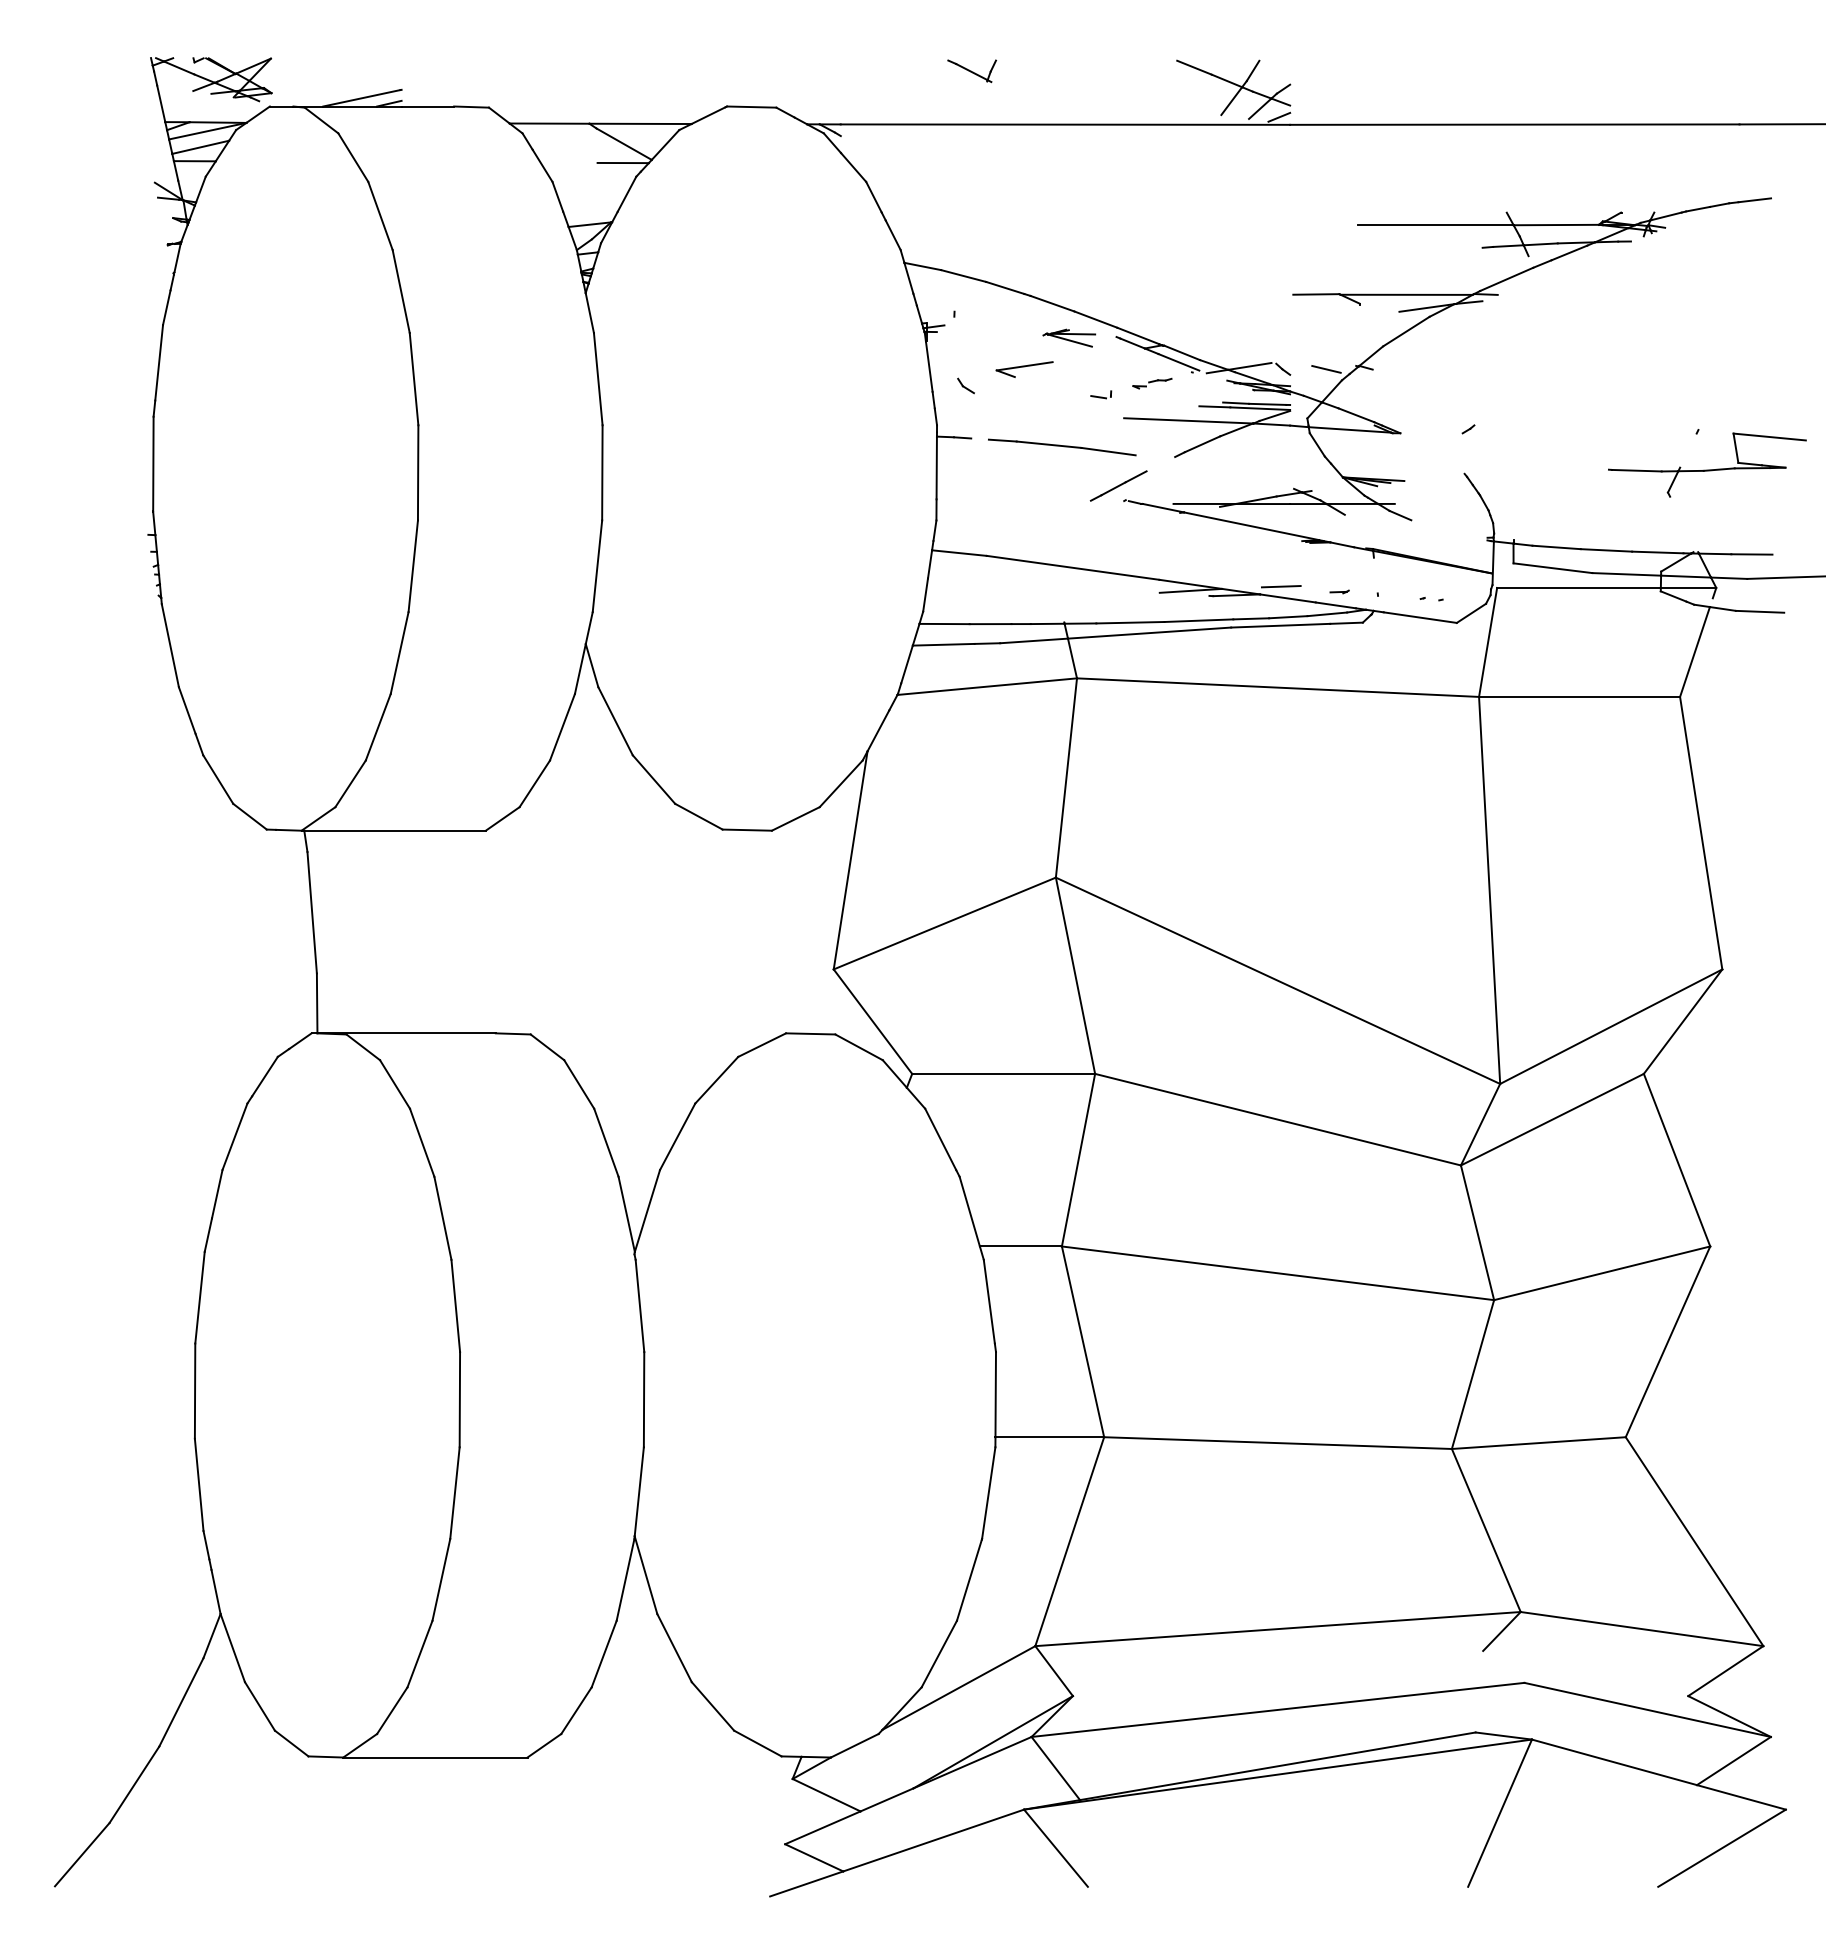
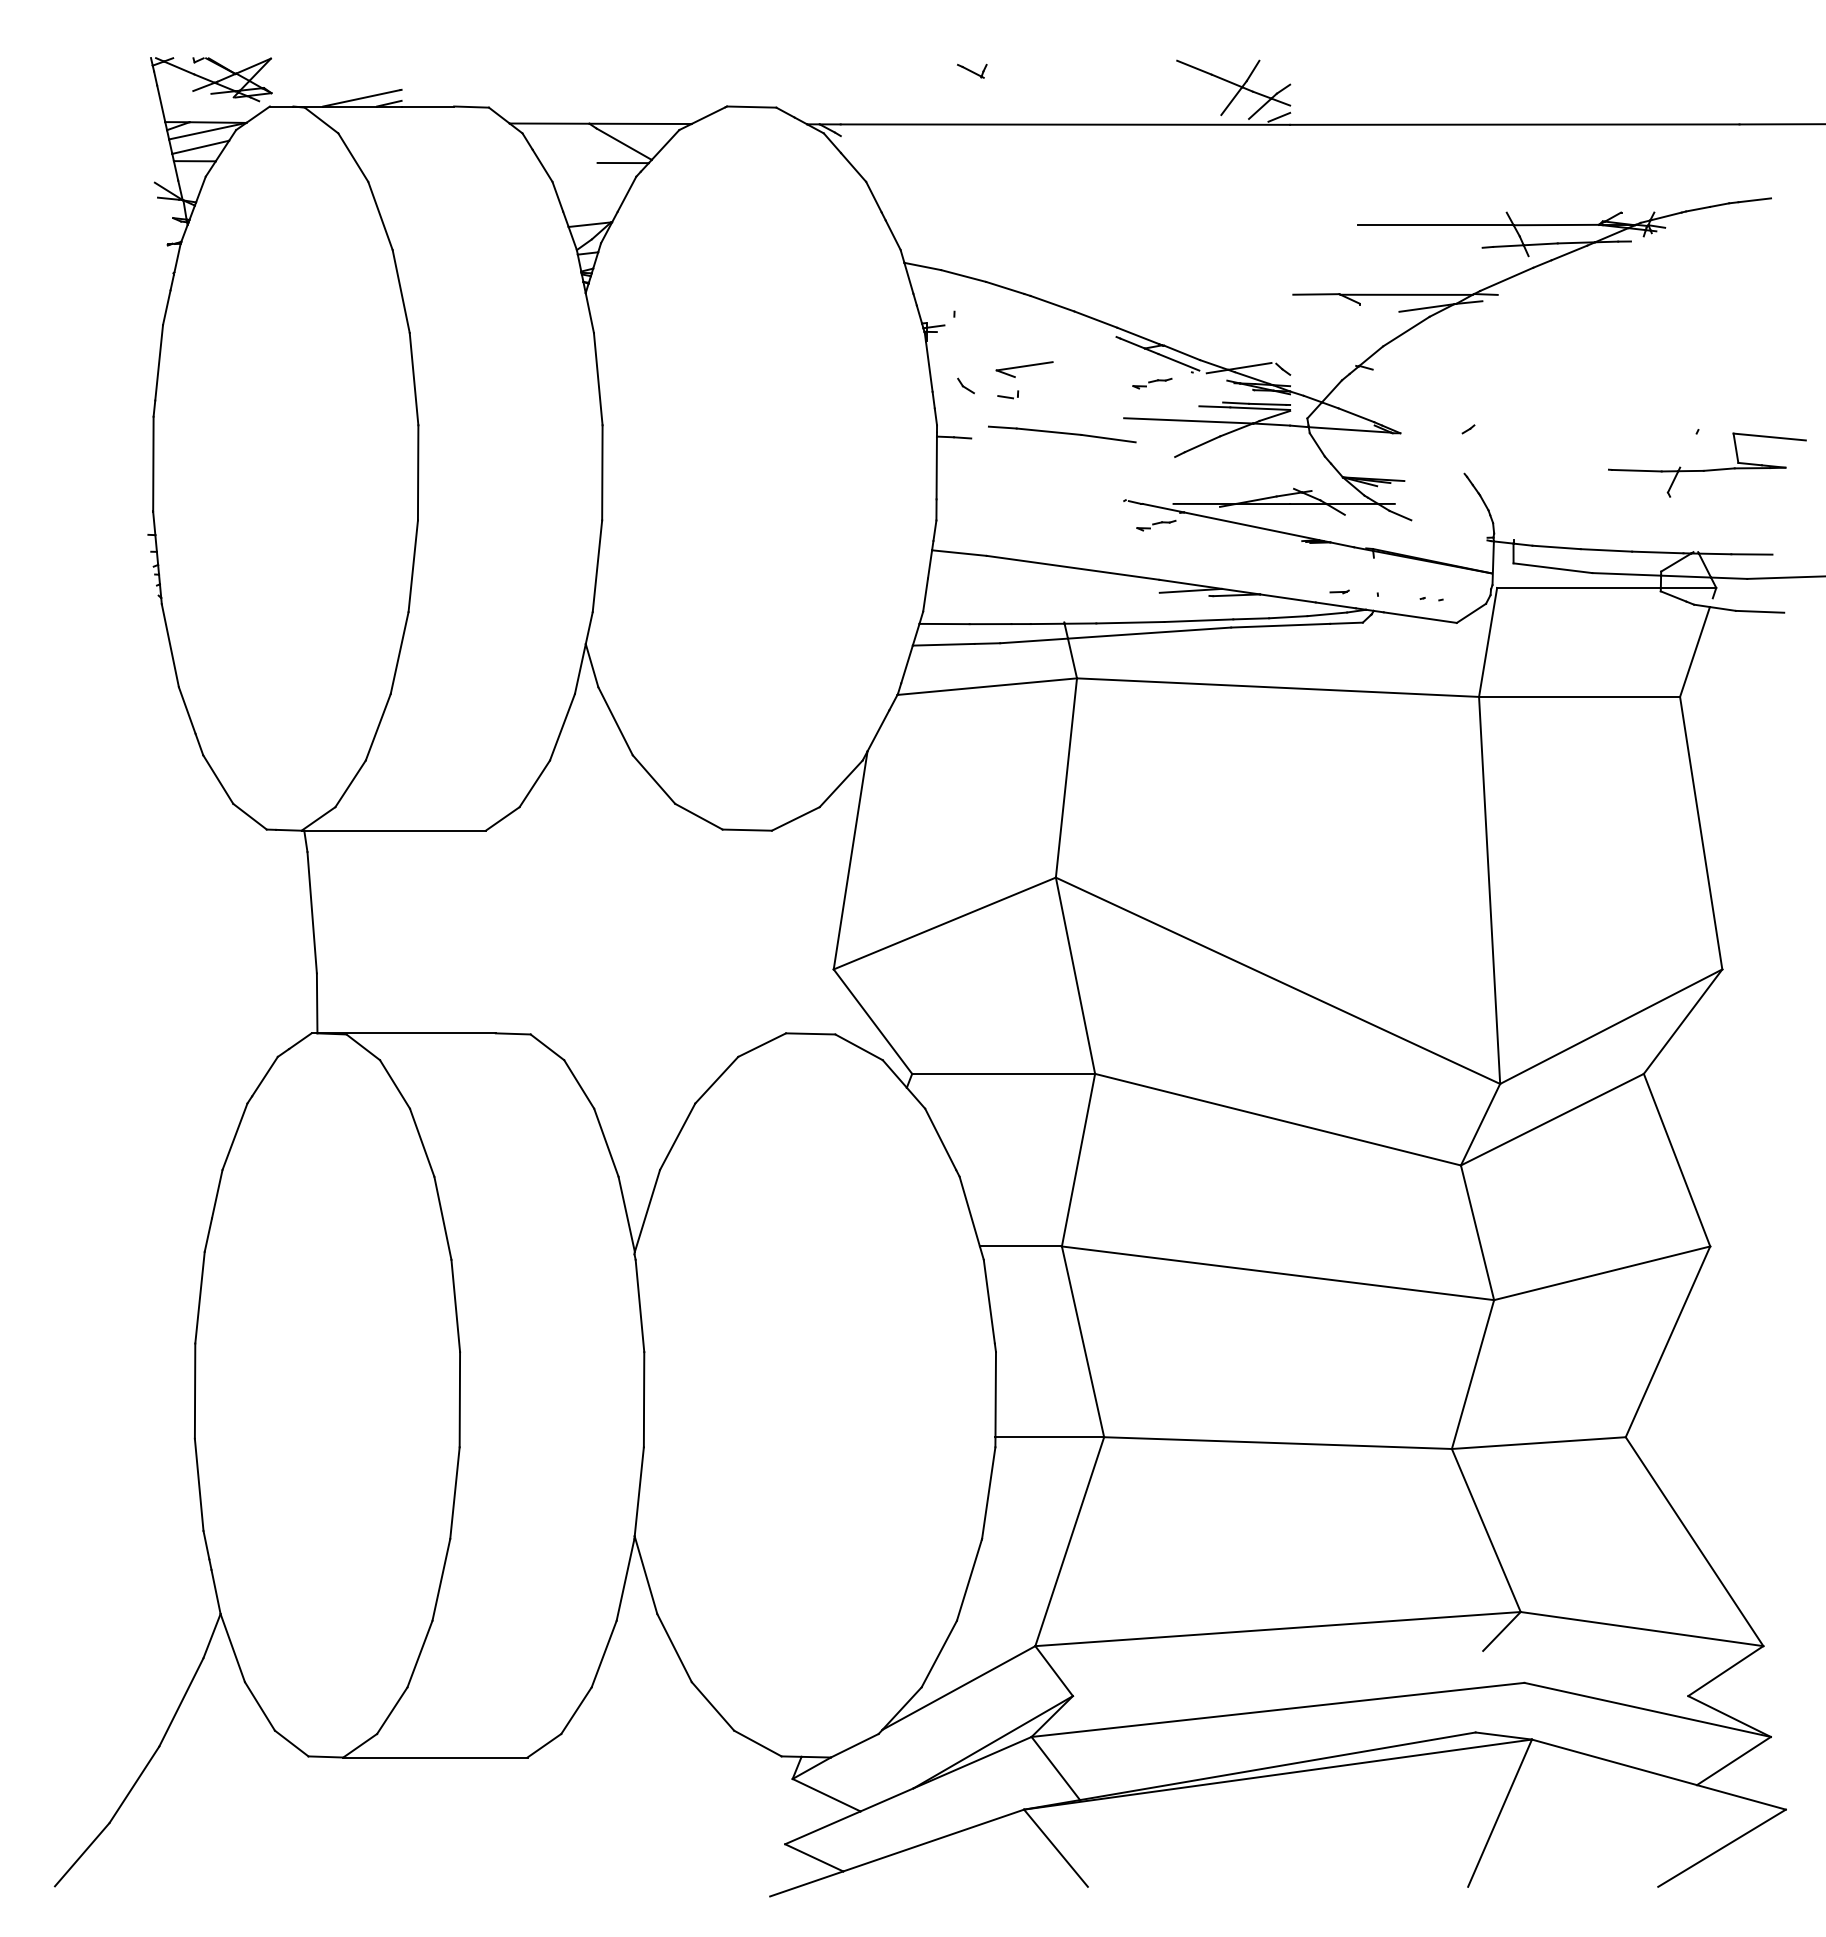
part at (972, 71) size: 51x25 px -> 31x16 px
part at (1069, 337): present -> none
line at (1326, 369): present -> none
part at (1101, 394) position: (1101, 394) -> (1008, 394)
part at (1062, 447) position: (1062, 447) -> (1062, 434)
line at (1118, 485): present -> none
part at (1156, 525): none -> present
line at (1280, 586): present -> none
